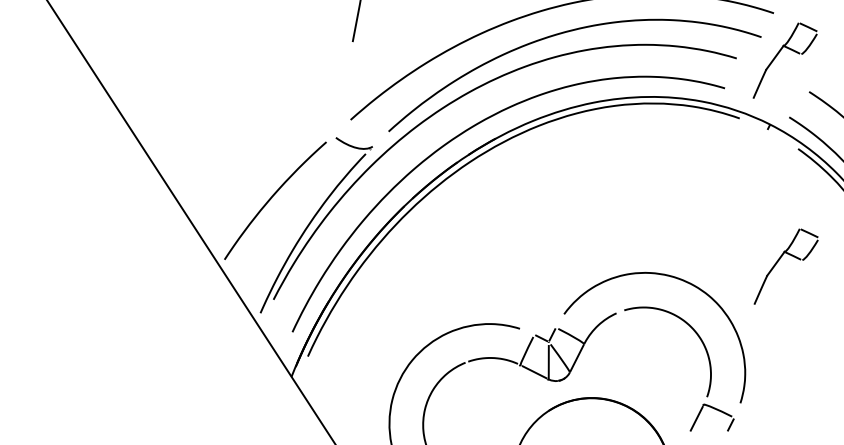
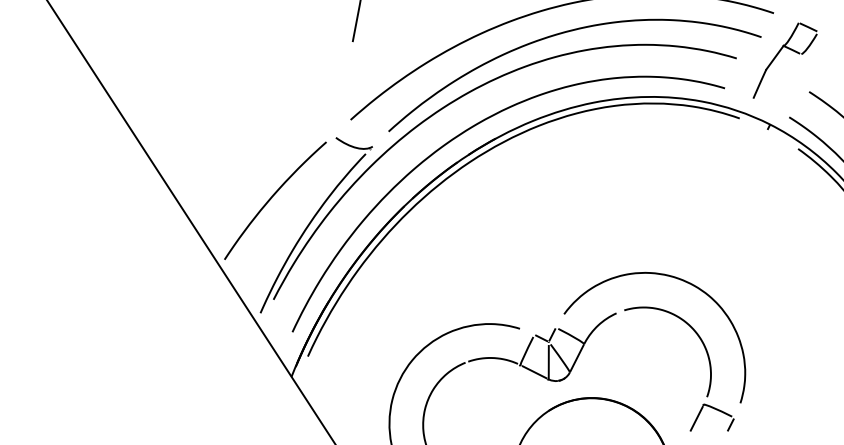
part at (779, 260): present -> none
